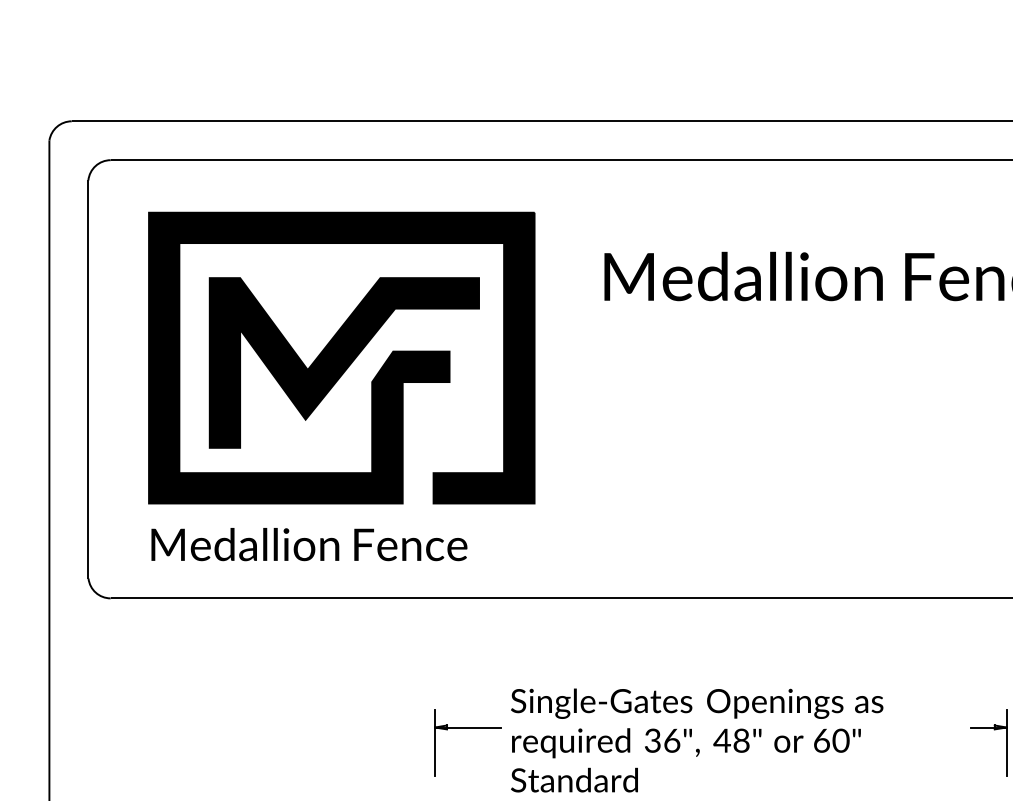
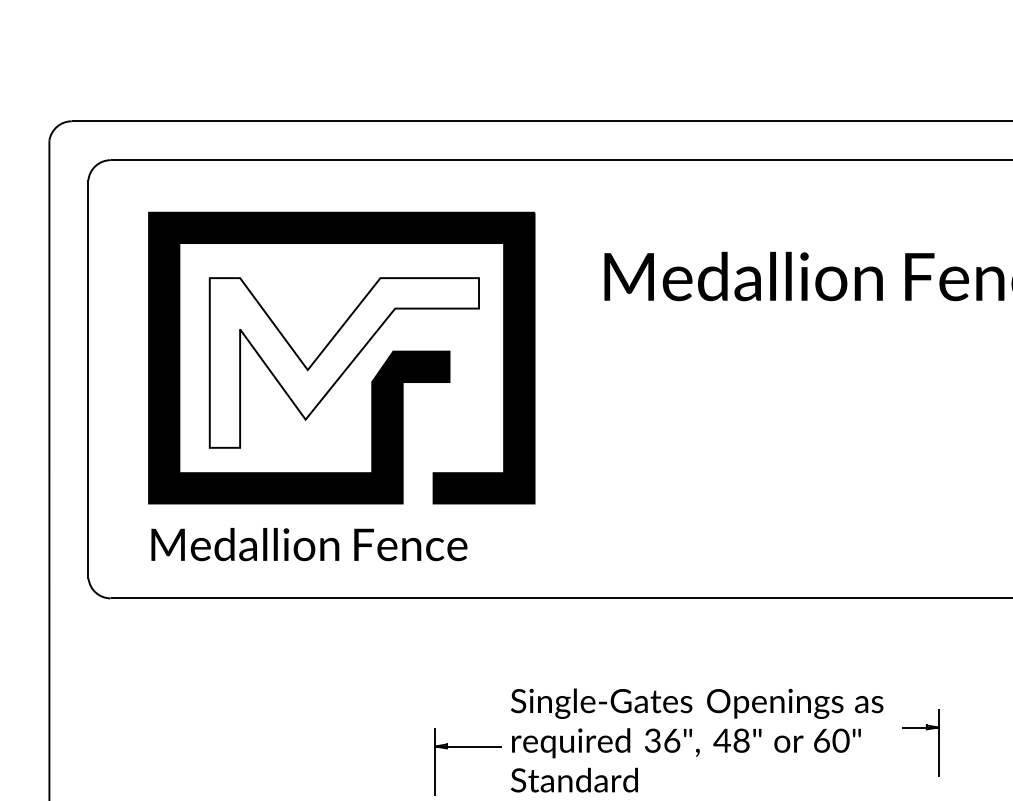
fill at (344, 362): present -> none
part at (467, 728) position: (467, 728) -> (467, 747)
part at (994, 730) position: (994, 730) -> (926, 730)
